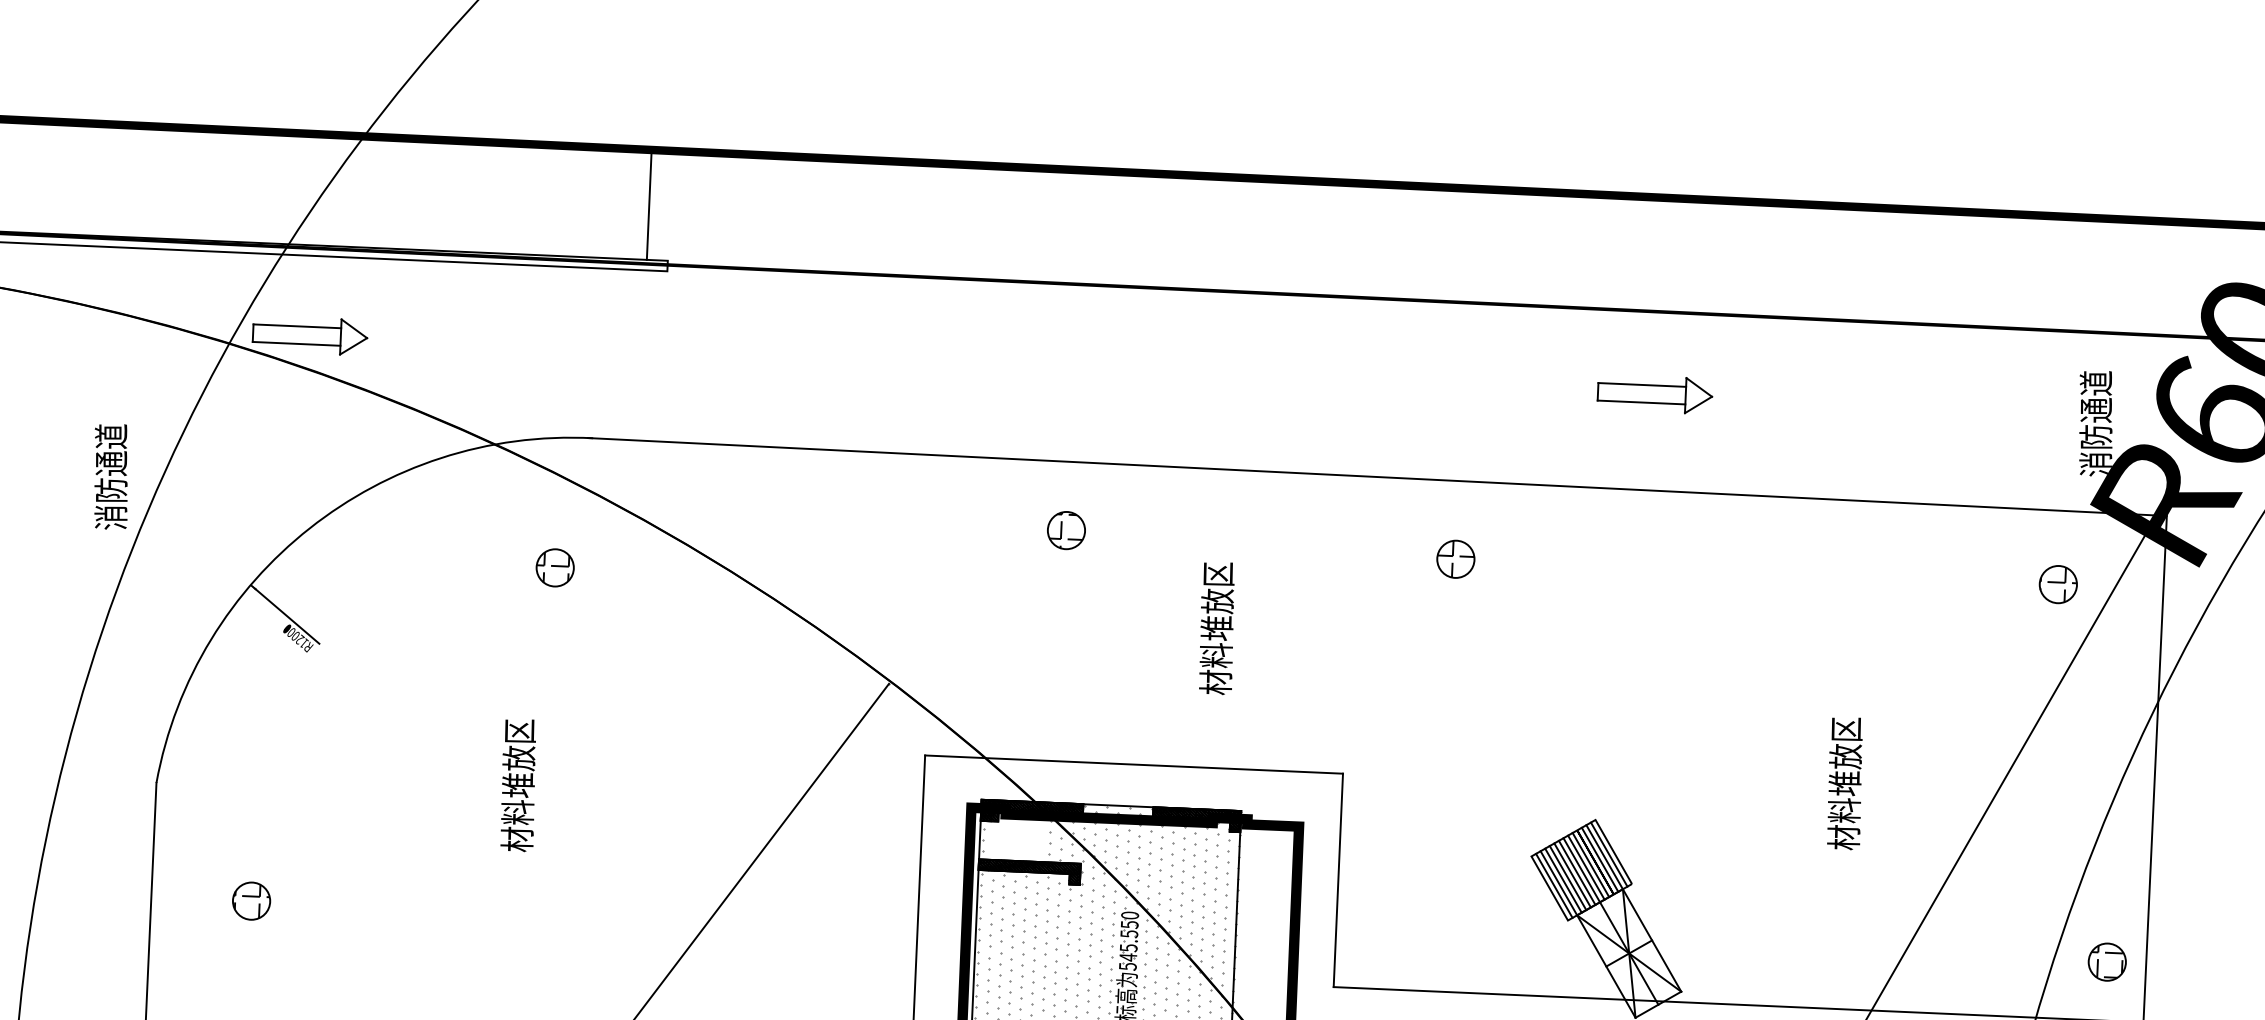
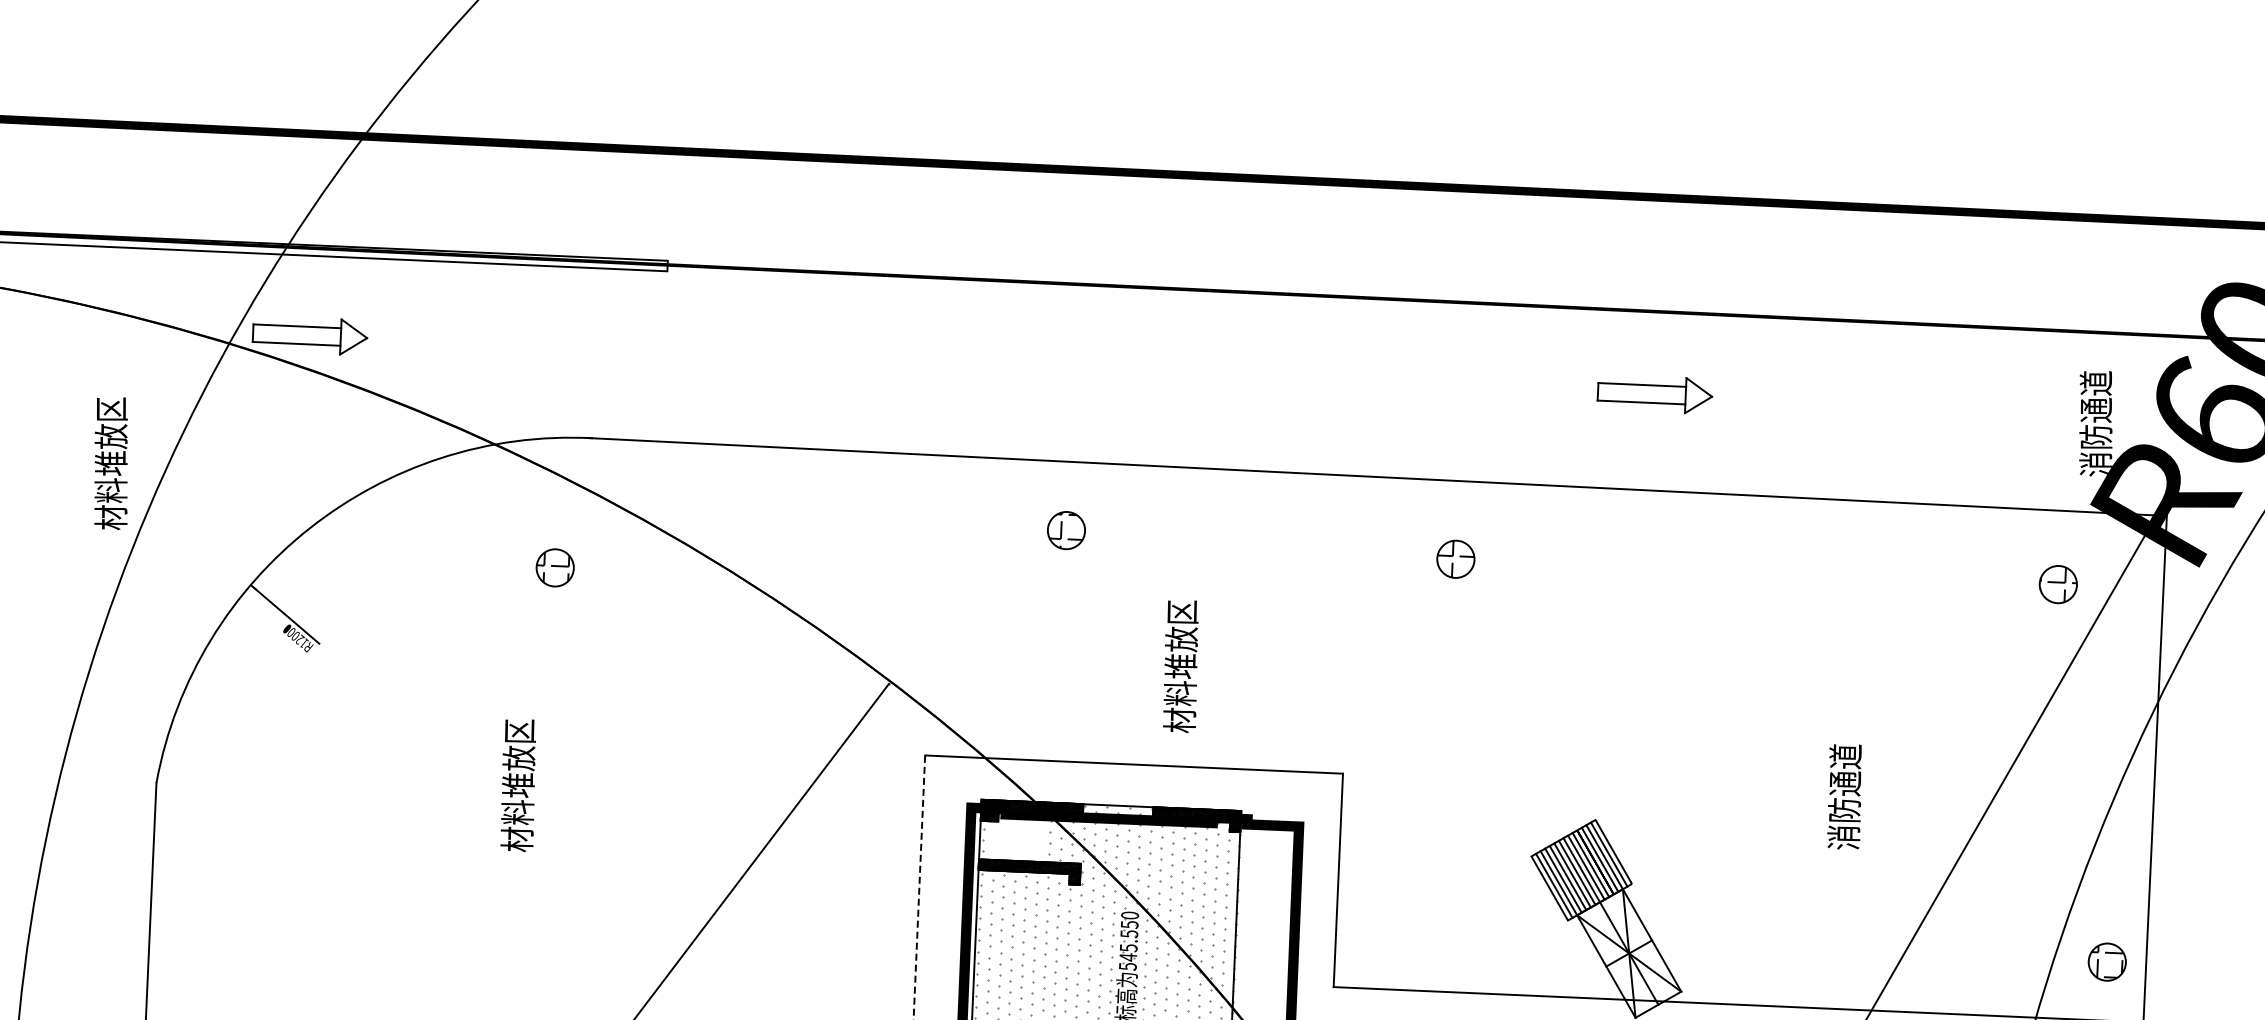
line at (648, 204): present -> none
text at (110, 463): 消防通道 -> 材料堆放区
text at (1216, 628) position: (1216, 628) -> (1180, 666)
text at (1844, 783): 材料堆放区 -> 消防通道
line at (919, 887): solid -> dashed
part at (251, 900): present -> none
